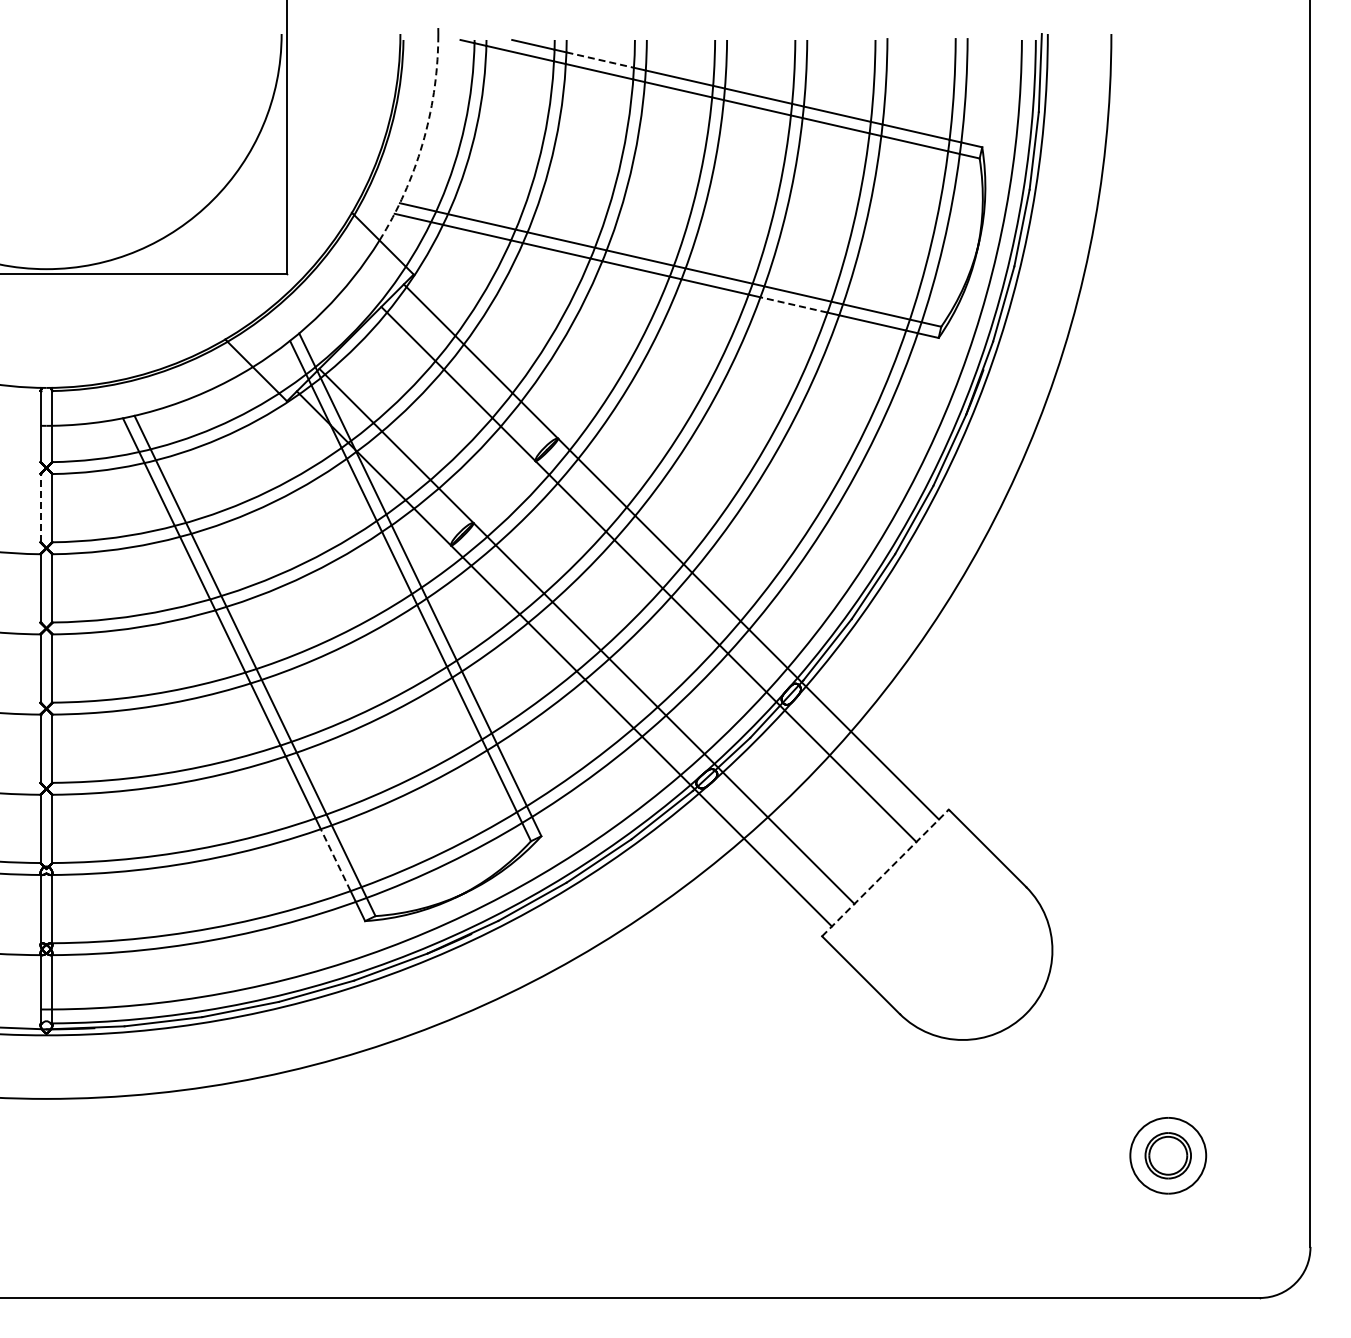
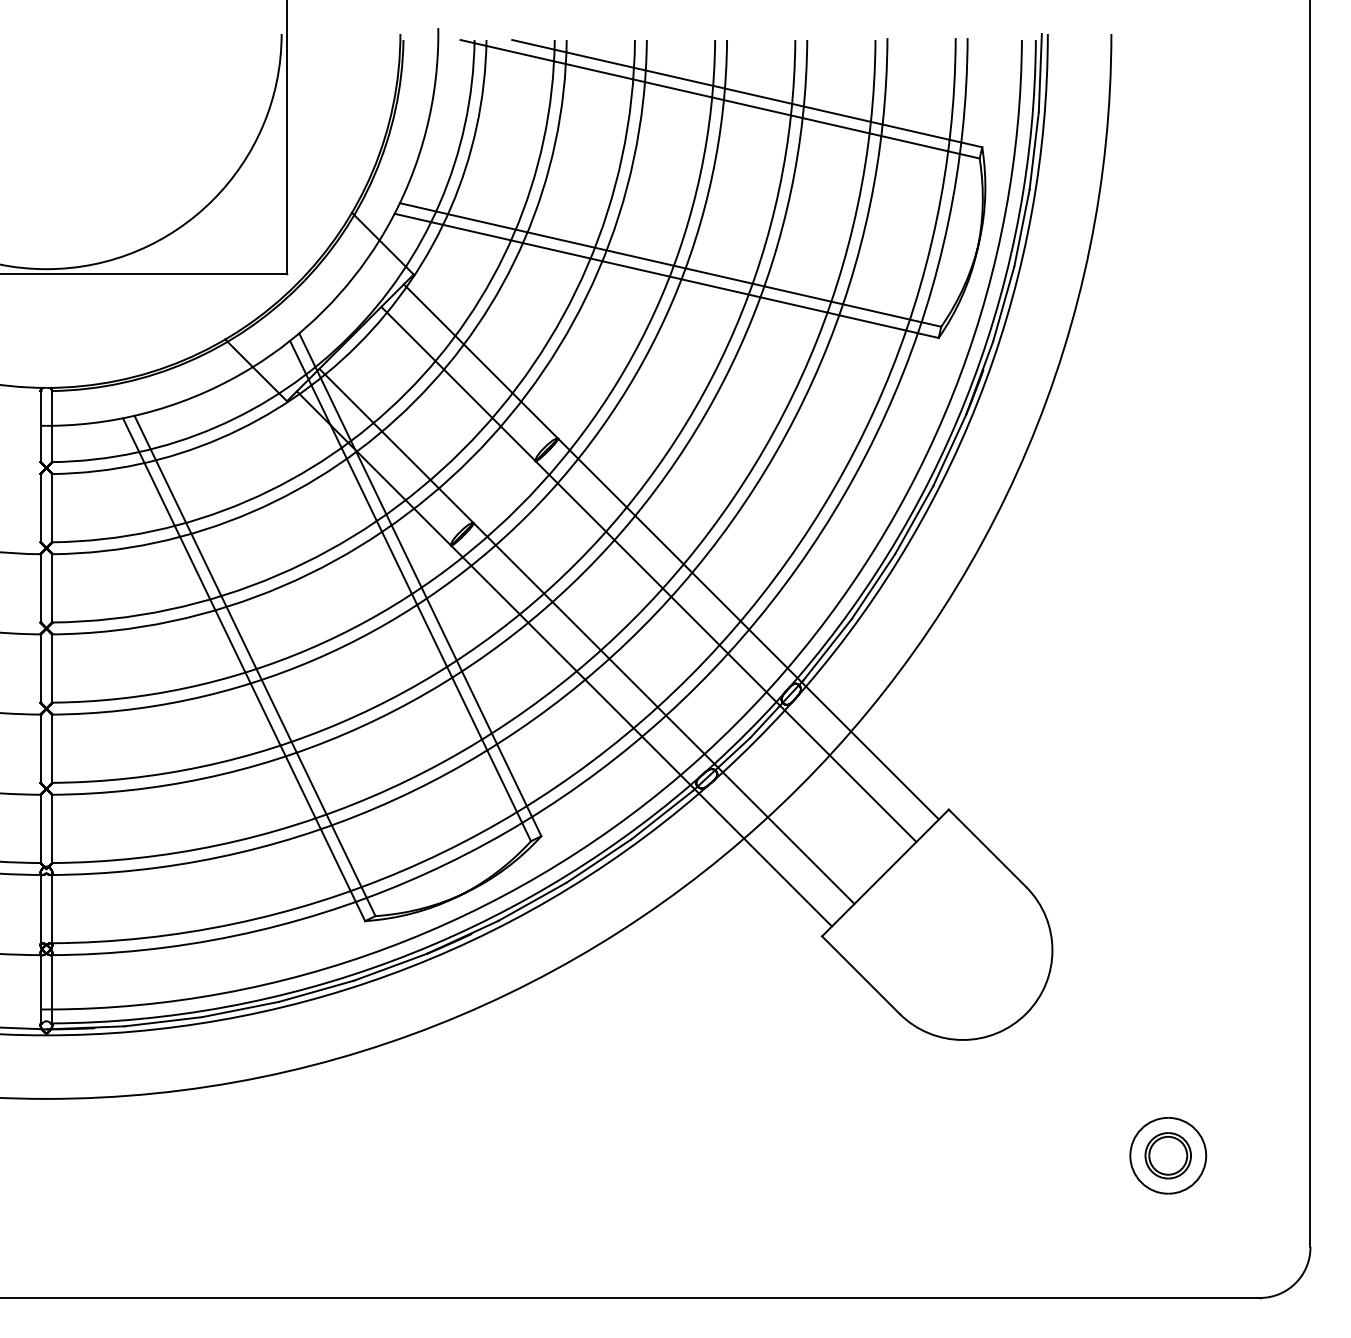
line at (600, 60): dashed -> solid
arc at (422, 144): dashed -> solid
line at (793, 304): dashed -> solid
line at (40, 507): dashed -> solid
line at (335, 859): dashed -> solid
line at (885, 872): dashed -> solid
